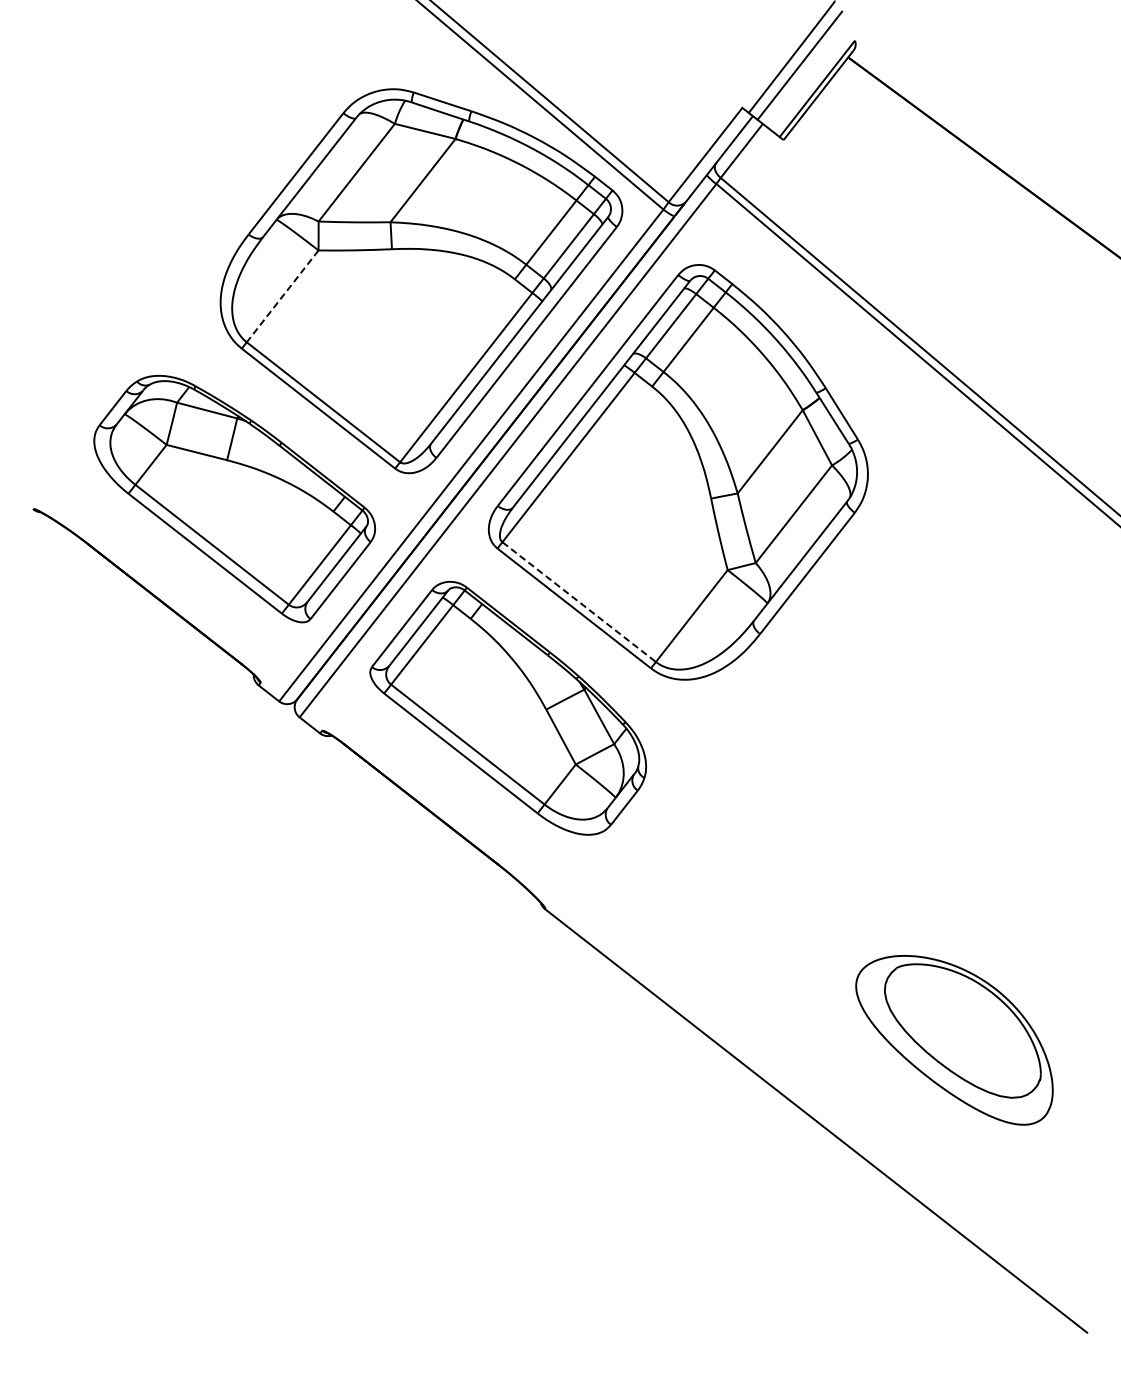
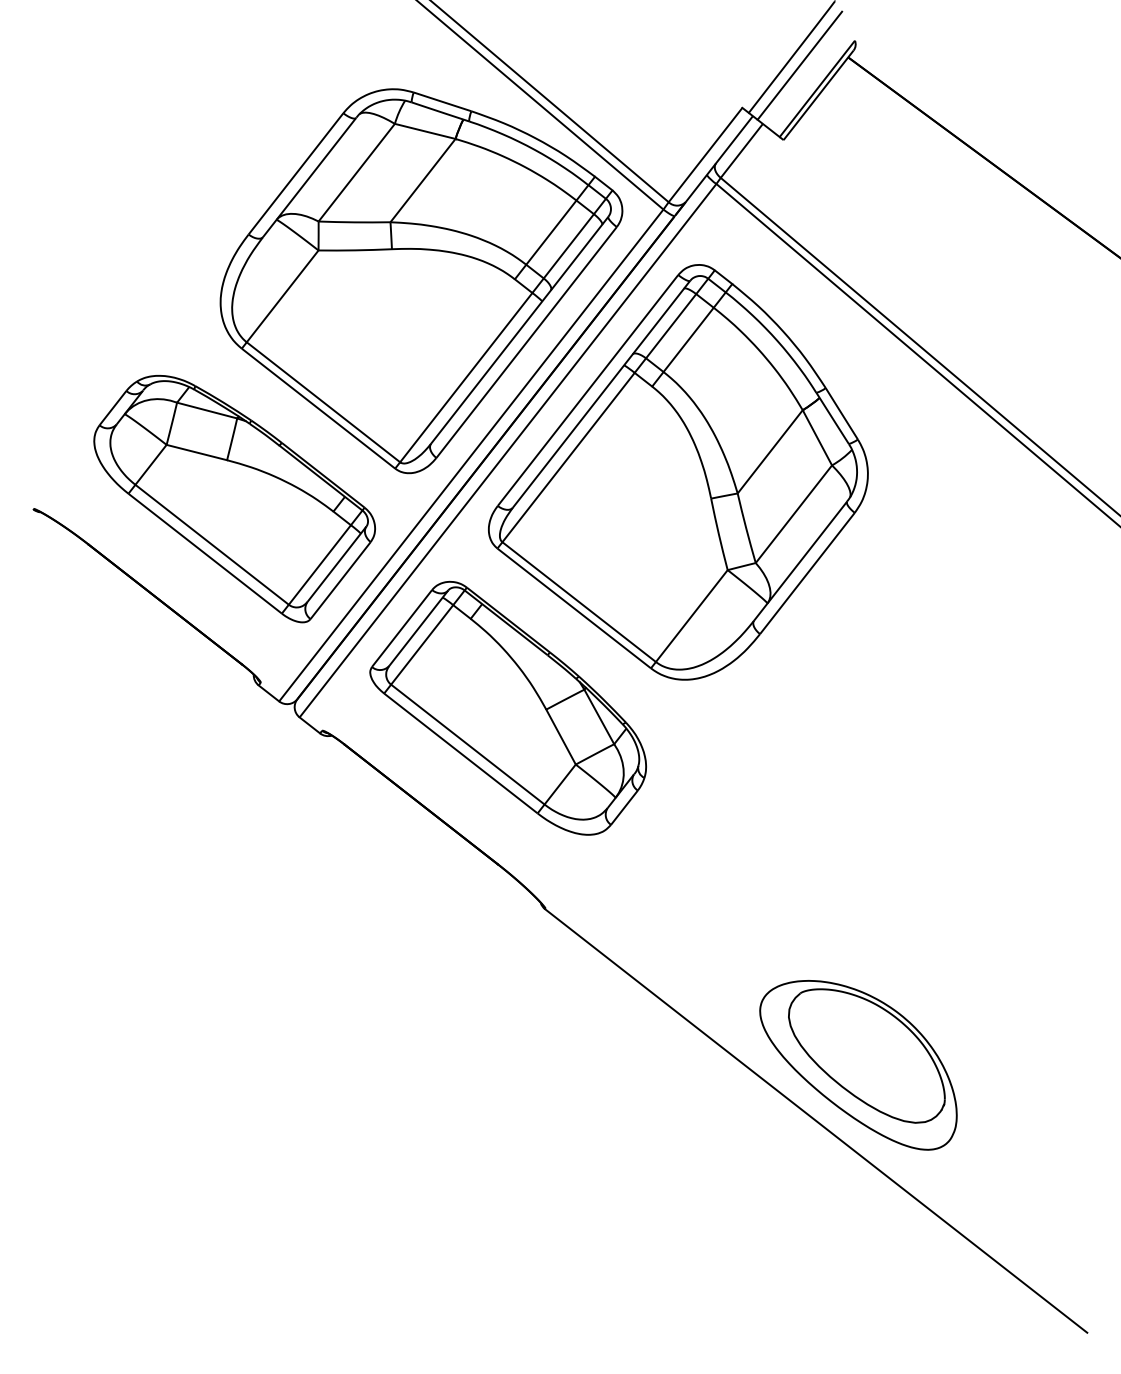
line at (282, 296): dashed -> solid
line at (579, 602): dashed -> solid
part at (954, 1040) position: (954, 1040) -> (858, 1065)
